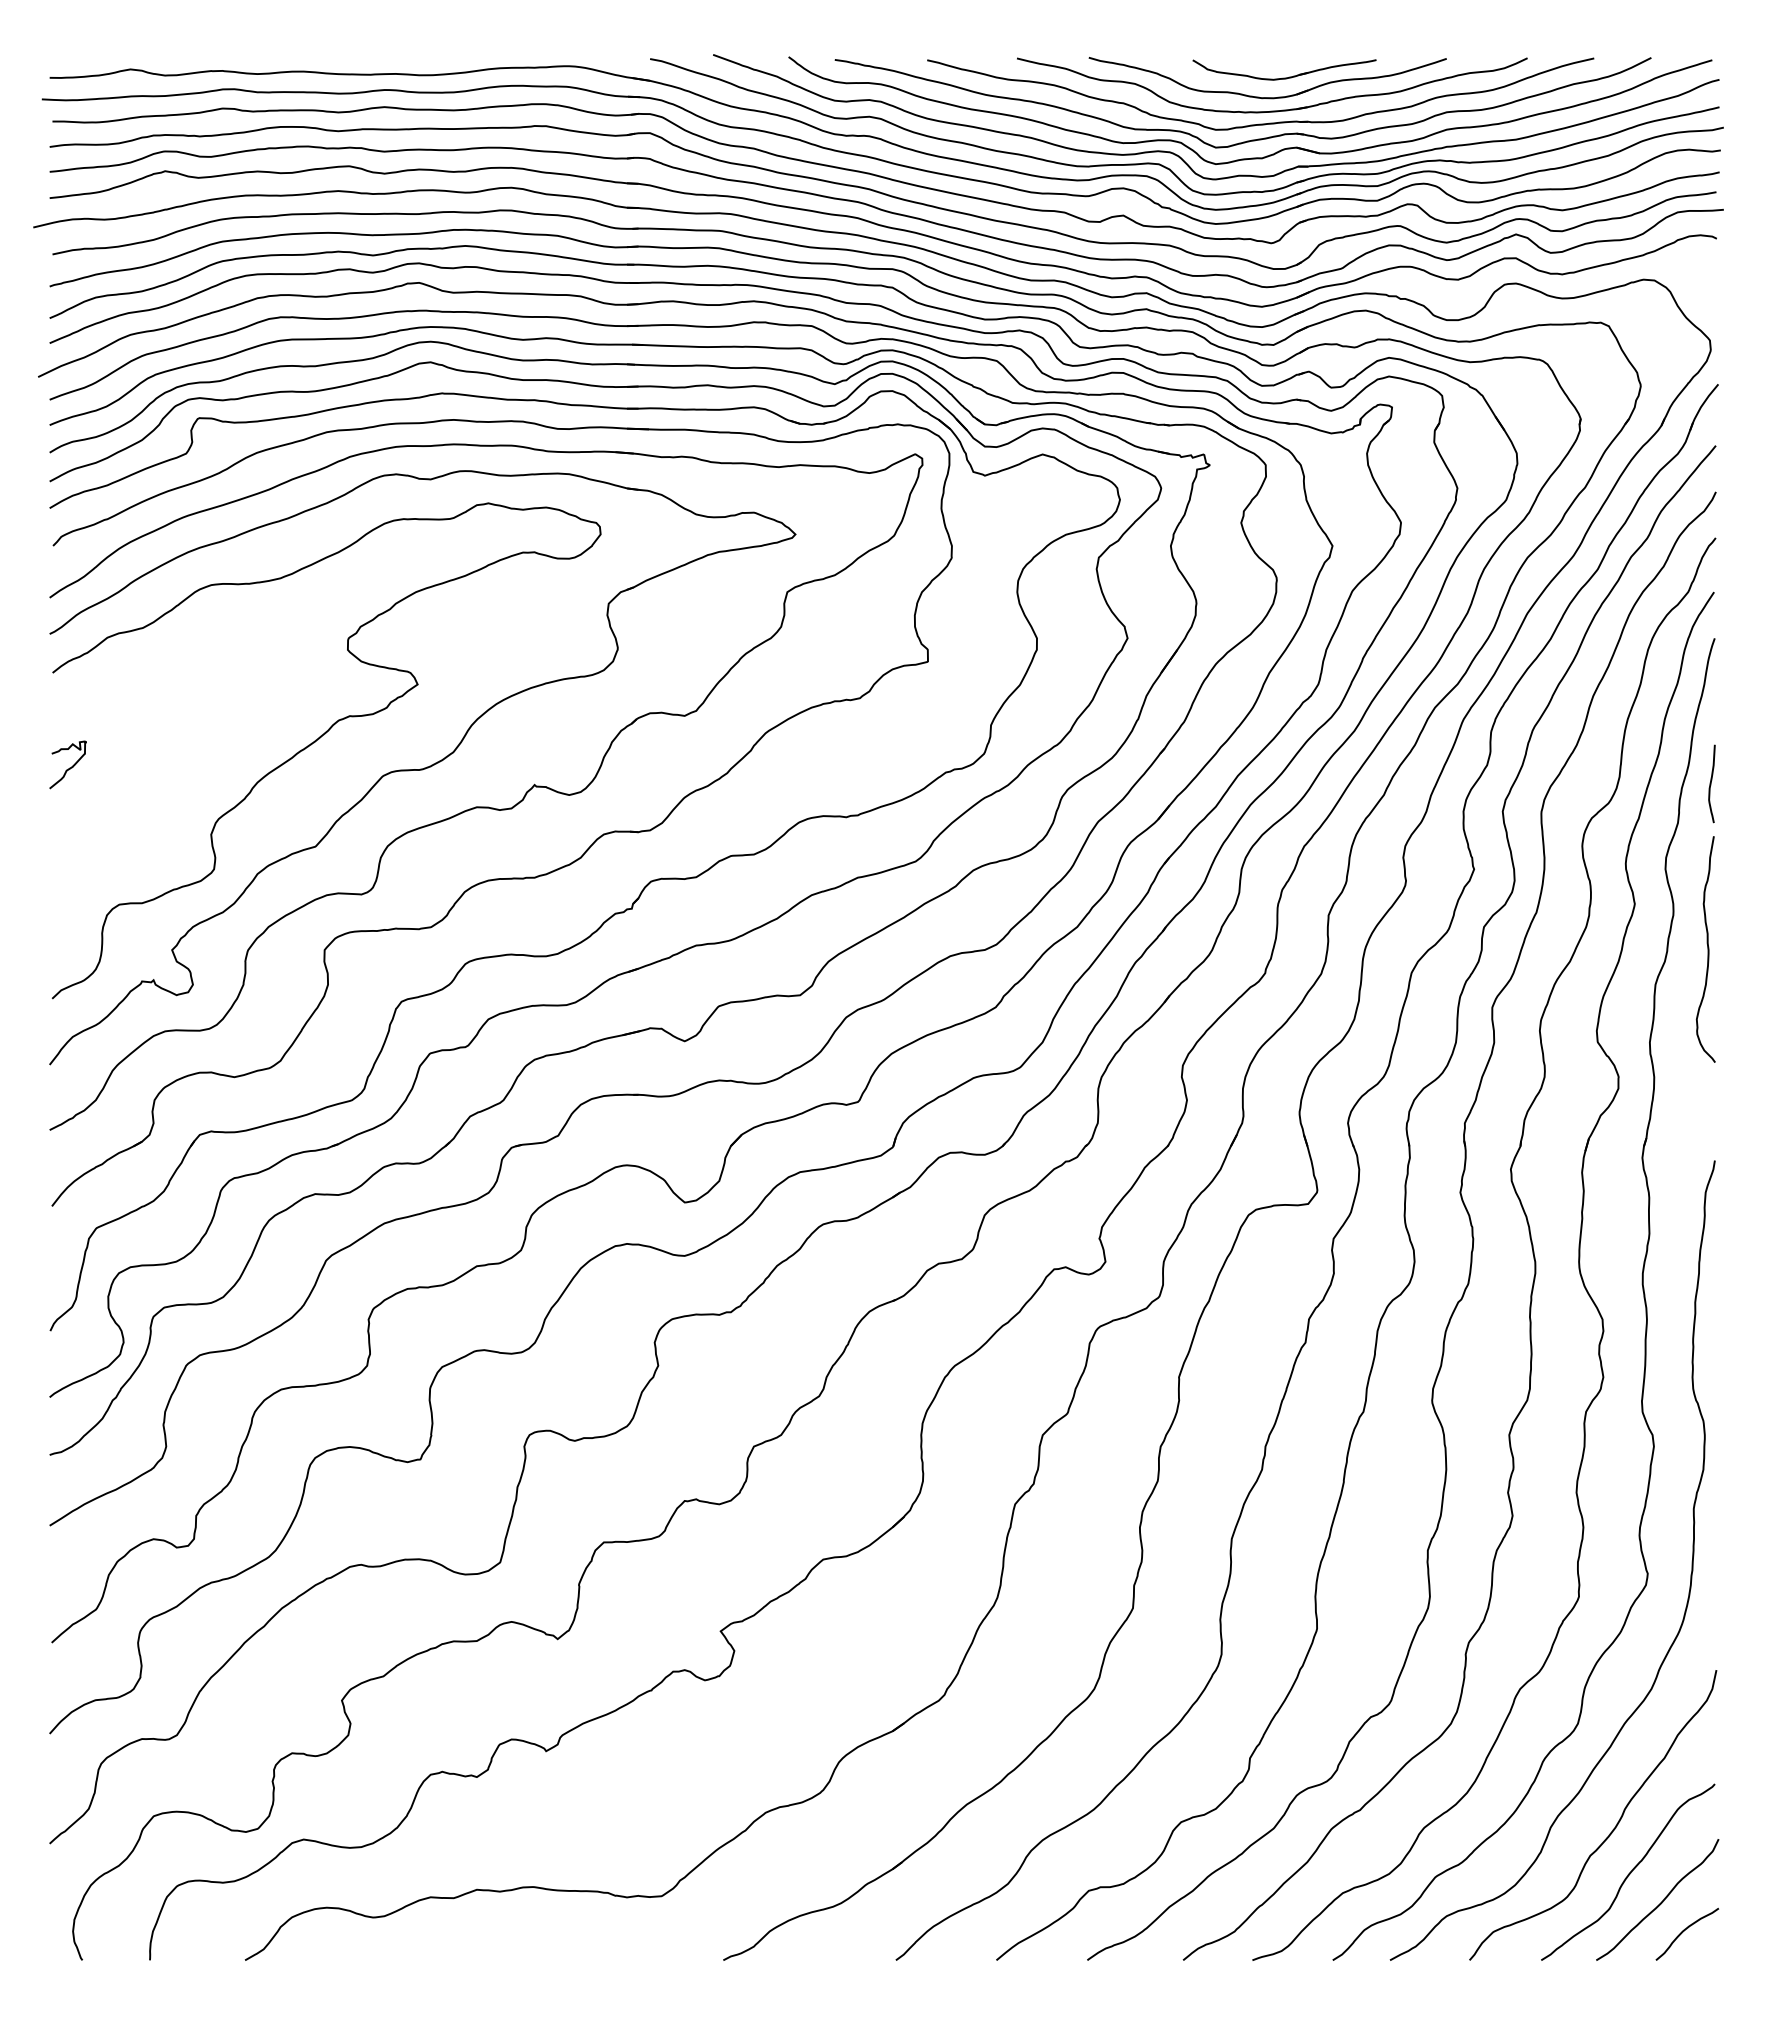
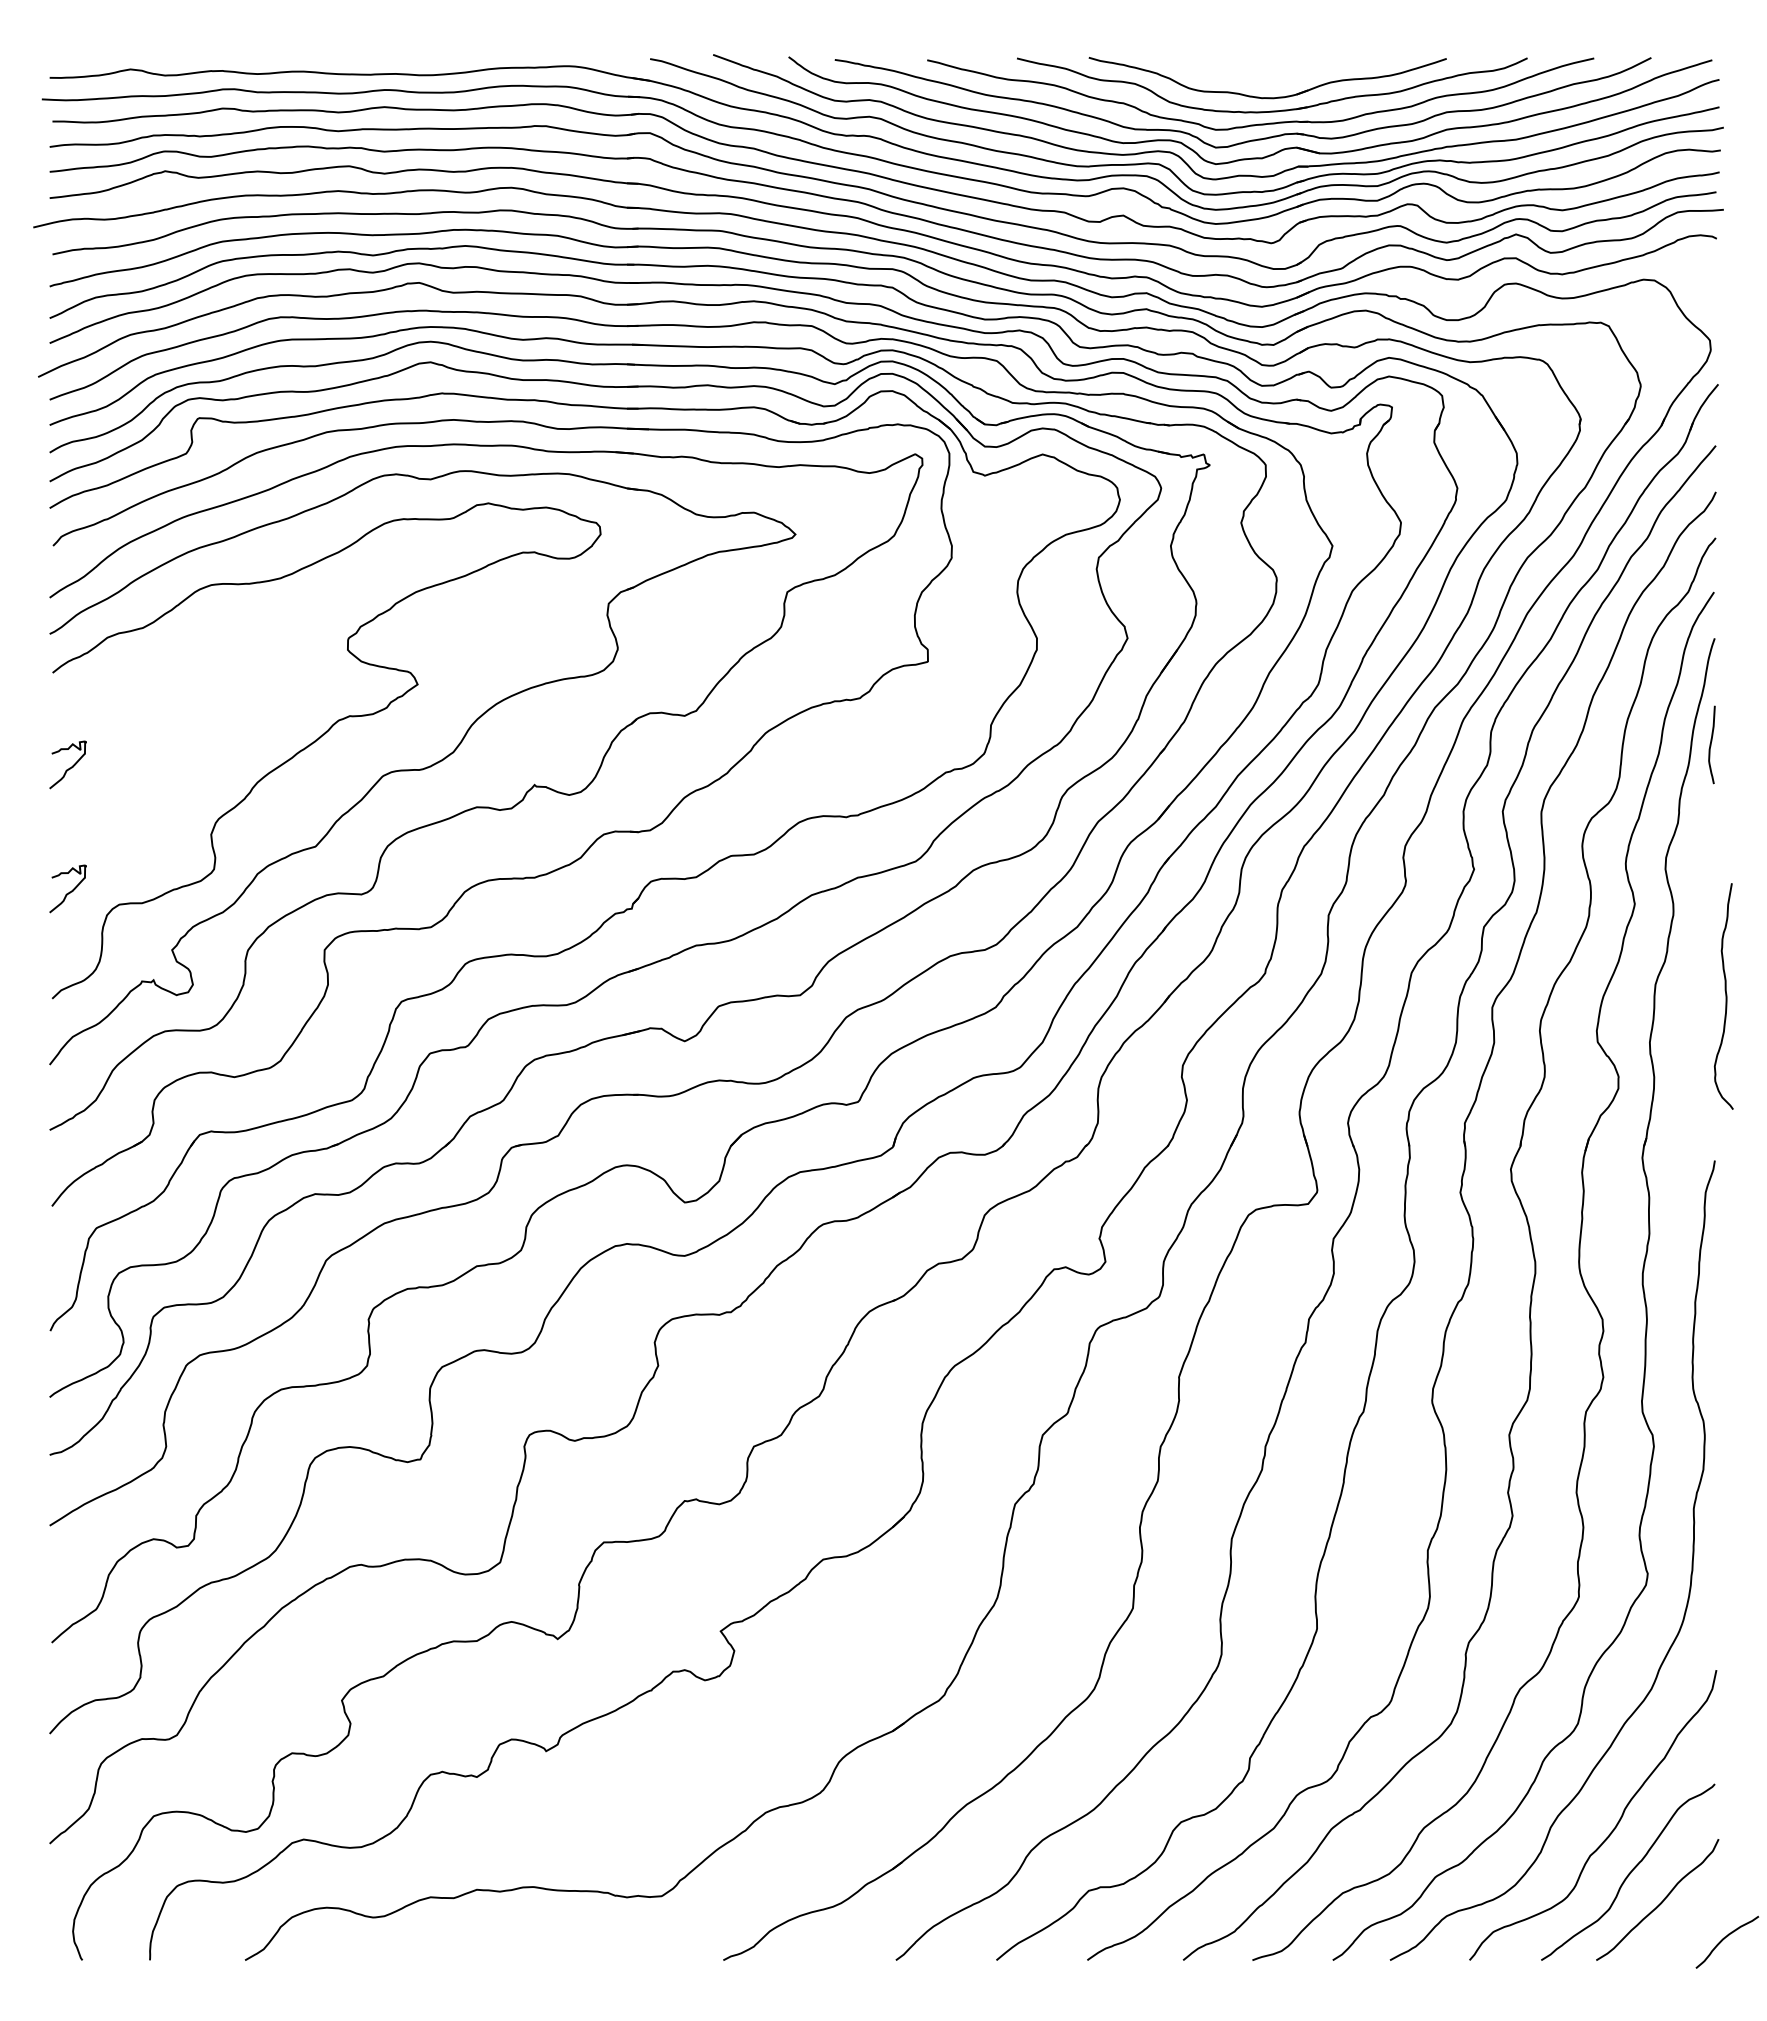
part at (1284, 77): present -> none
curve at (1711, 783) position: (1711, 783) -> (1711, 744)
curve at (69, 891): none -> present
curve at (1707, 949) position: (1707, 949) -> (1725, 996)
curve at (1685, 1930) position: (1685, 1930) -> (1725, 1938)
